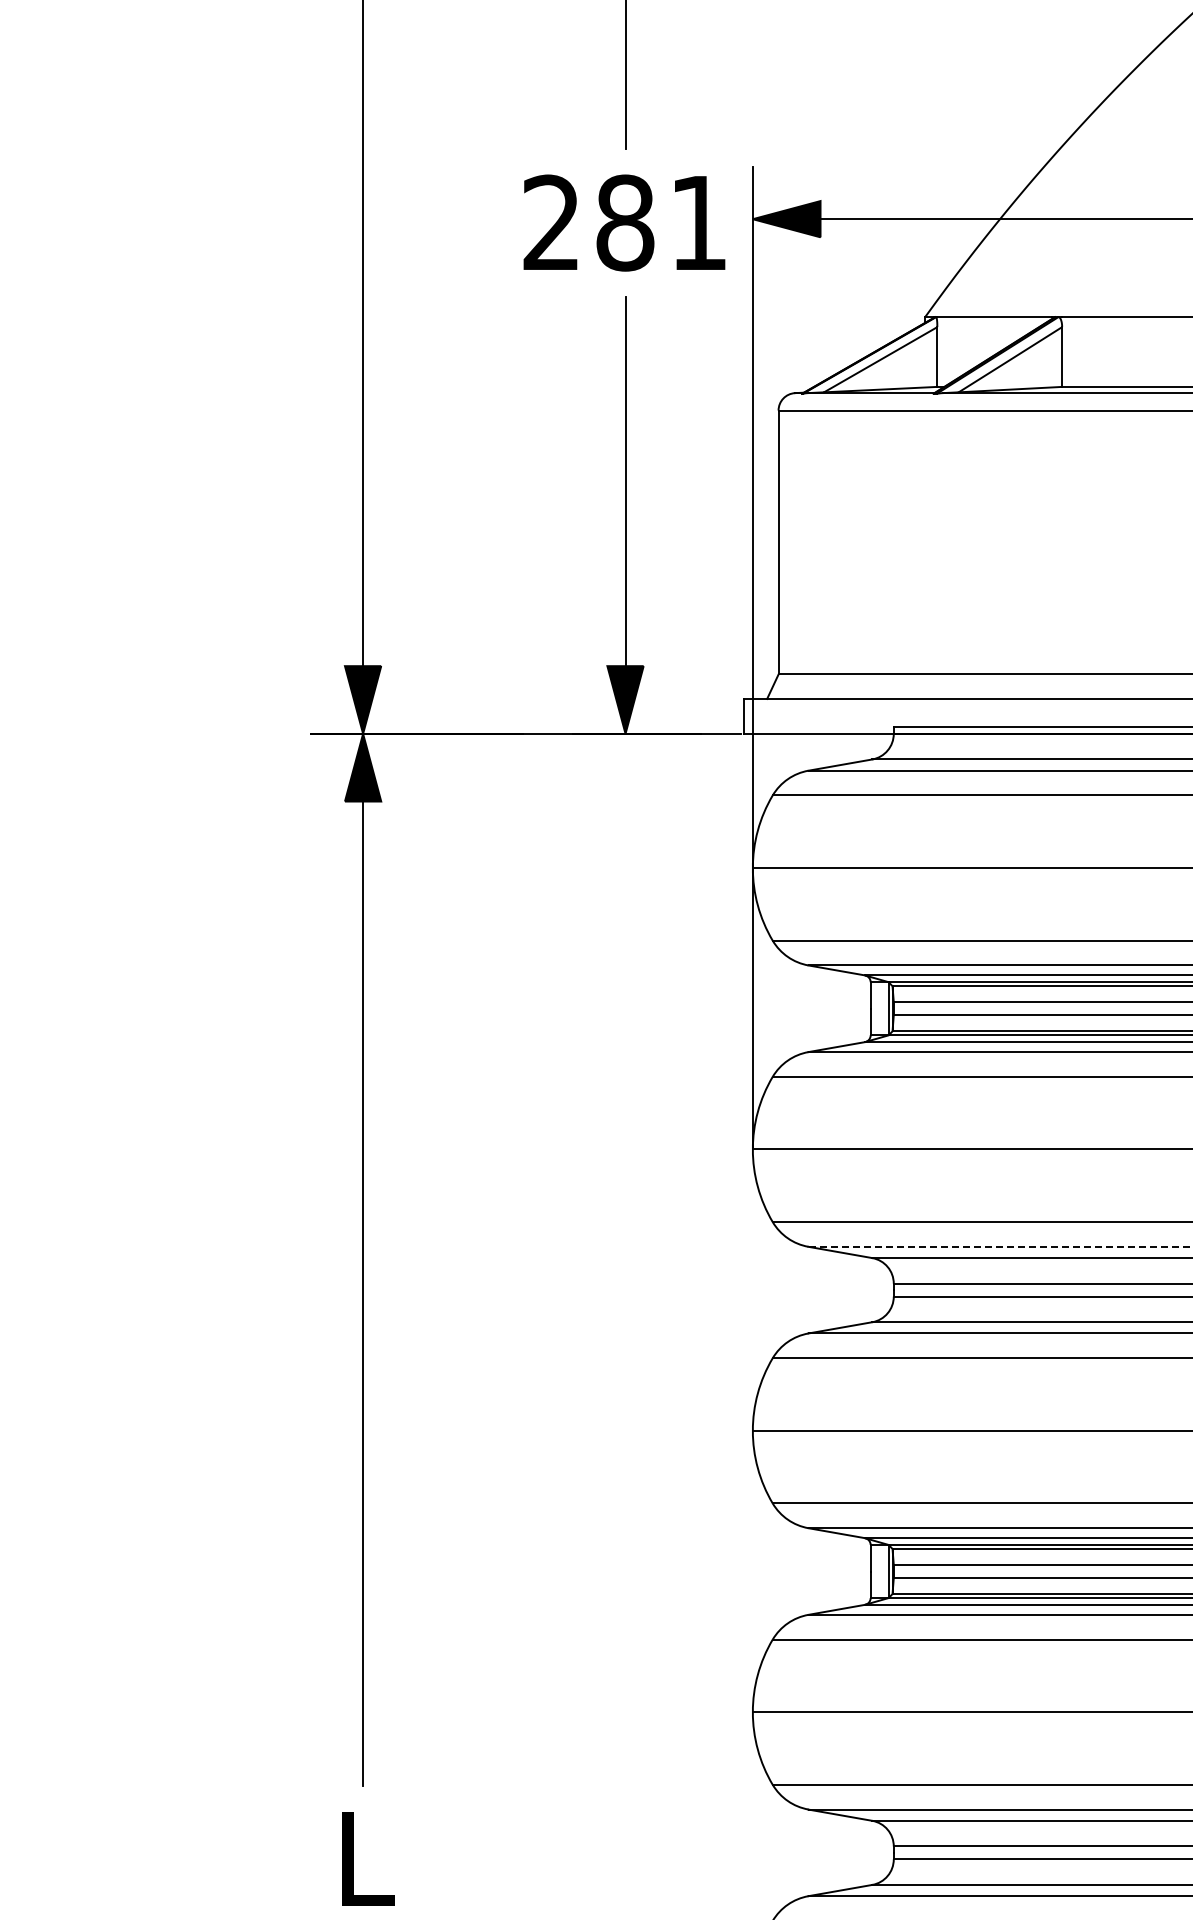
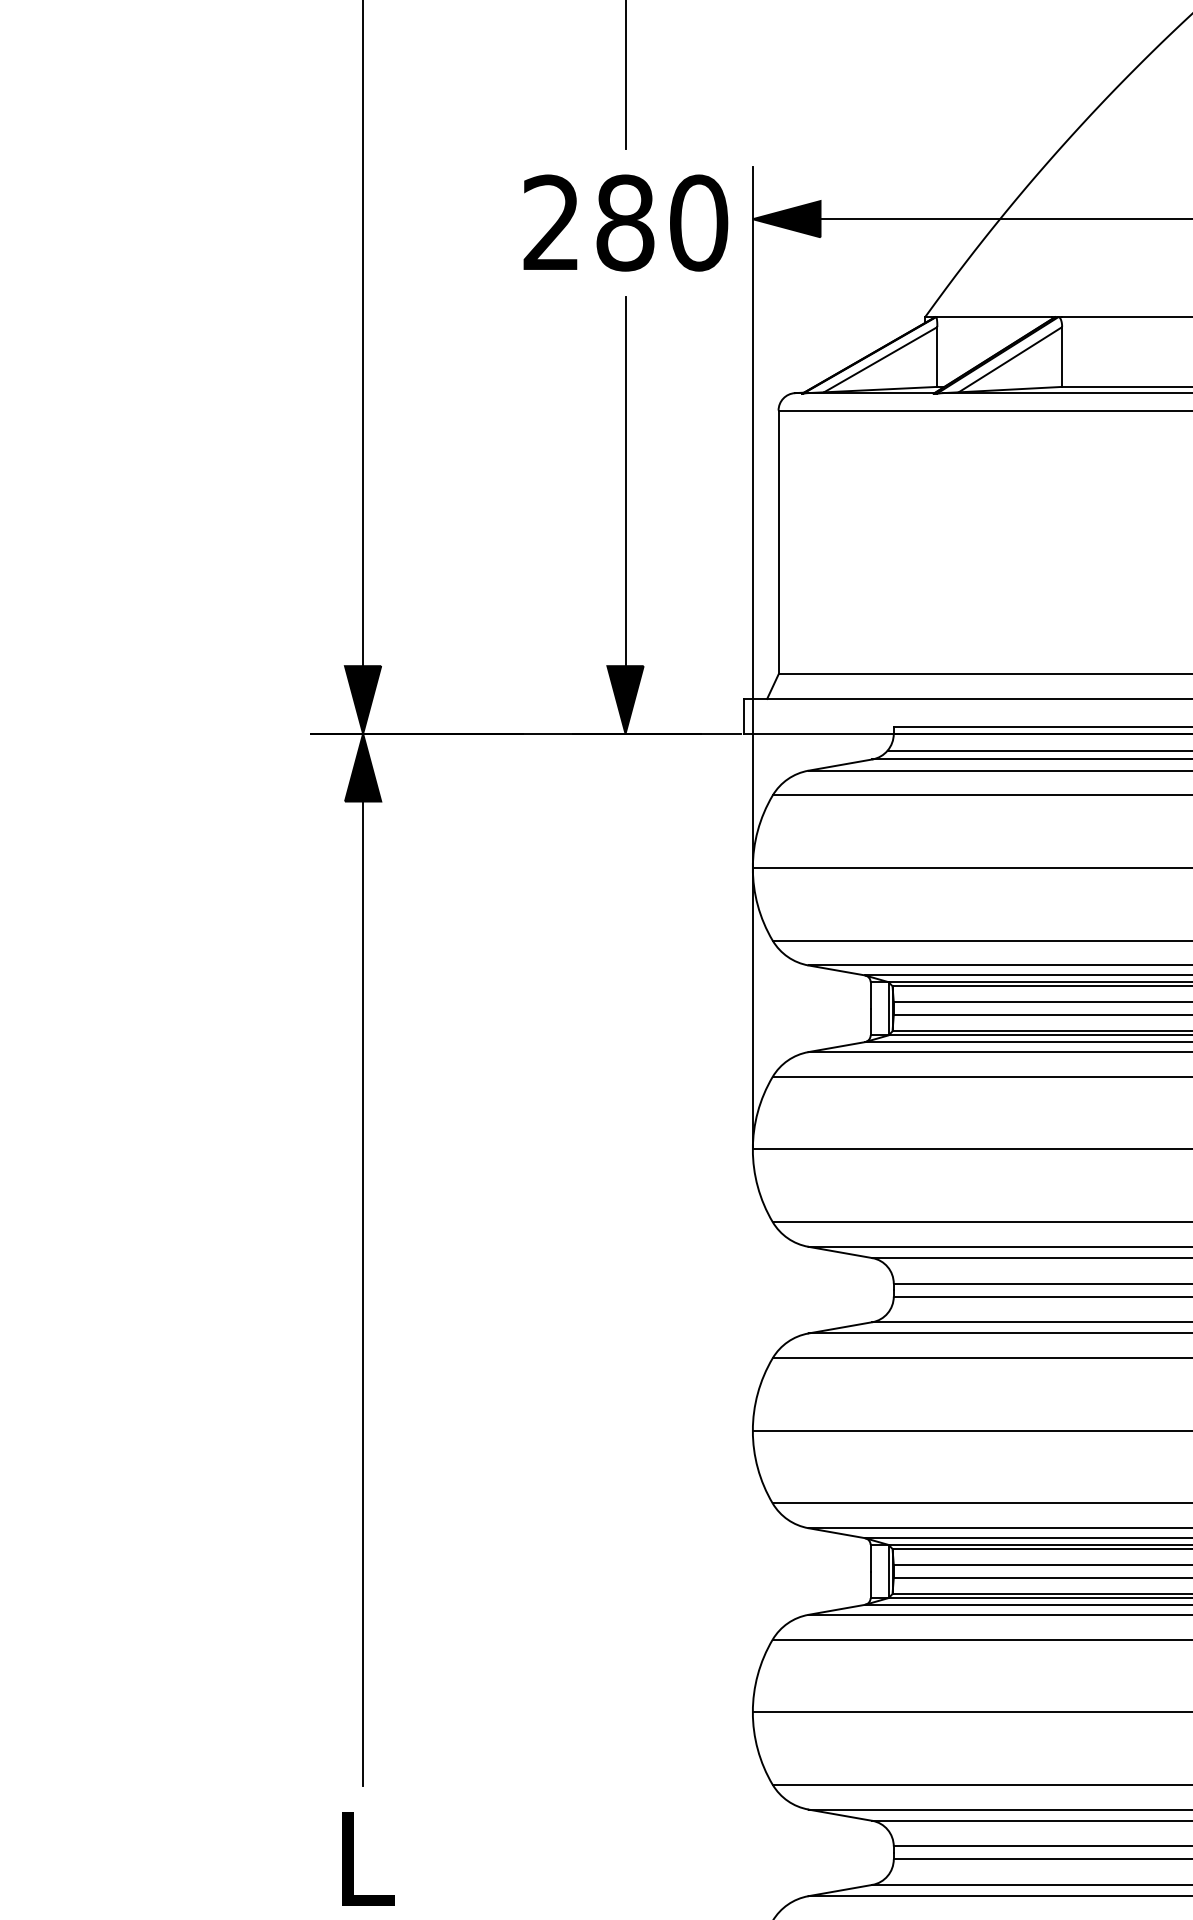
text at (699, 222): 281 -> 280
line at (1038, 750): none -> present
line at (1000, 1246): dashed -> solid
